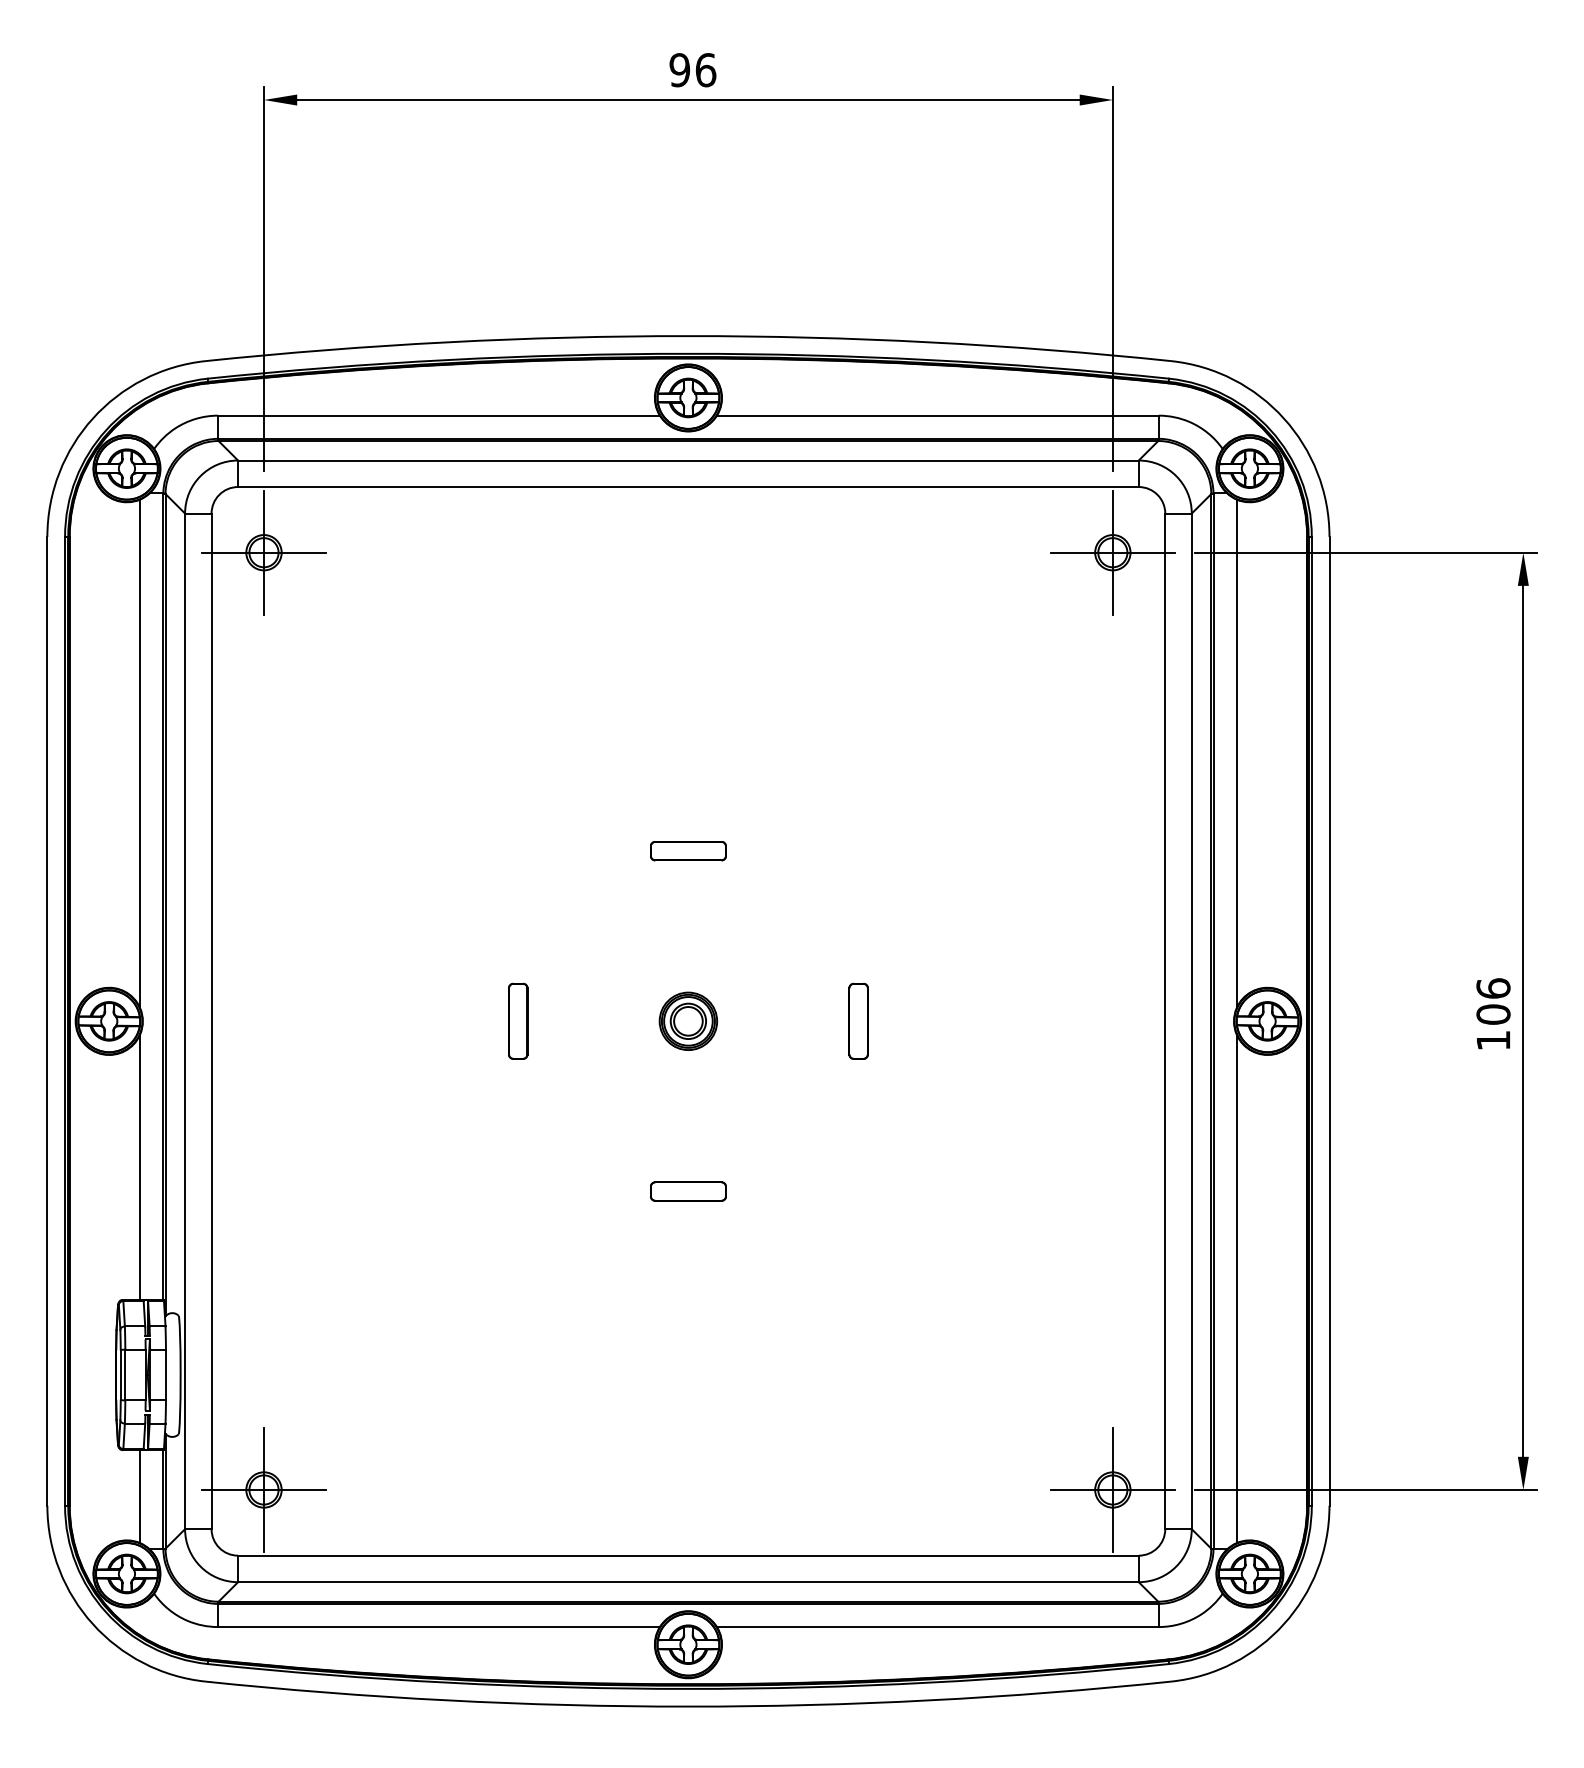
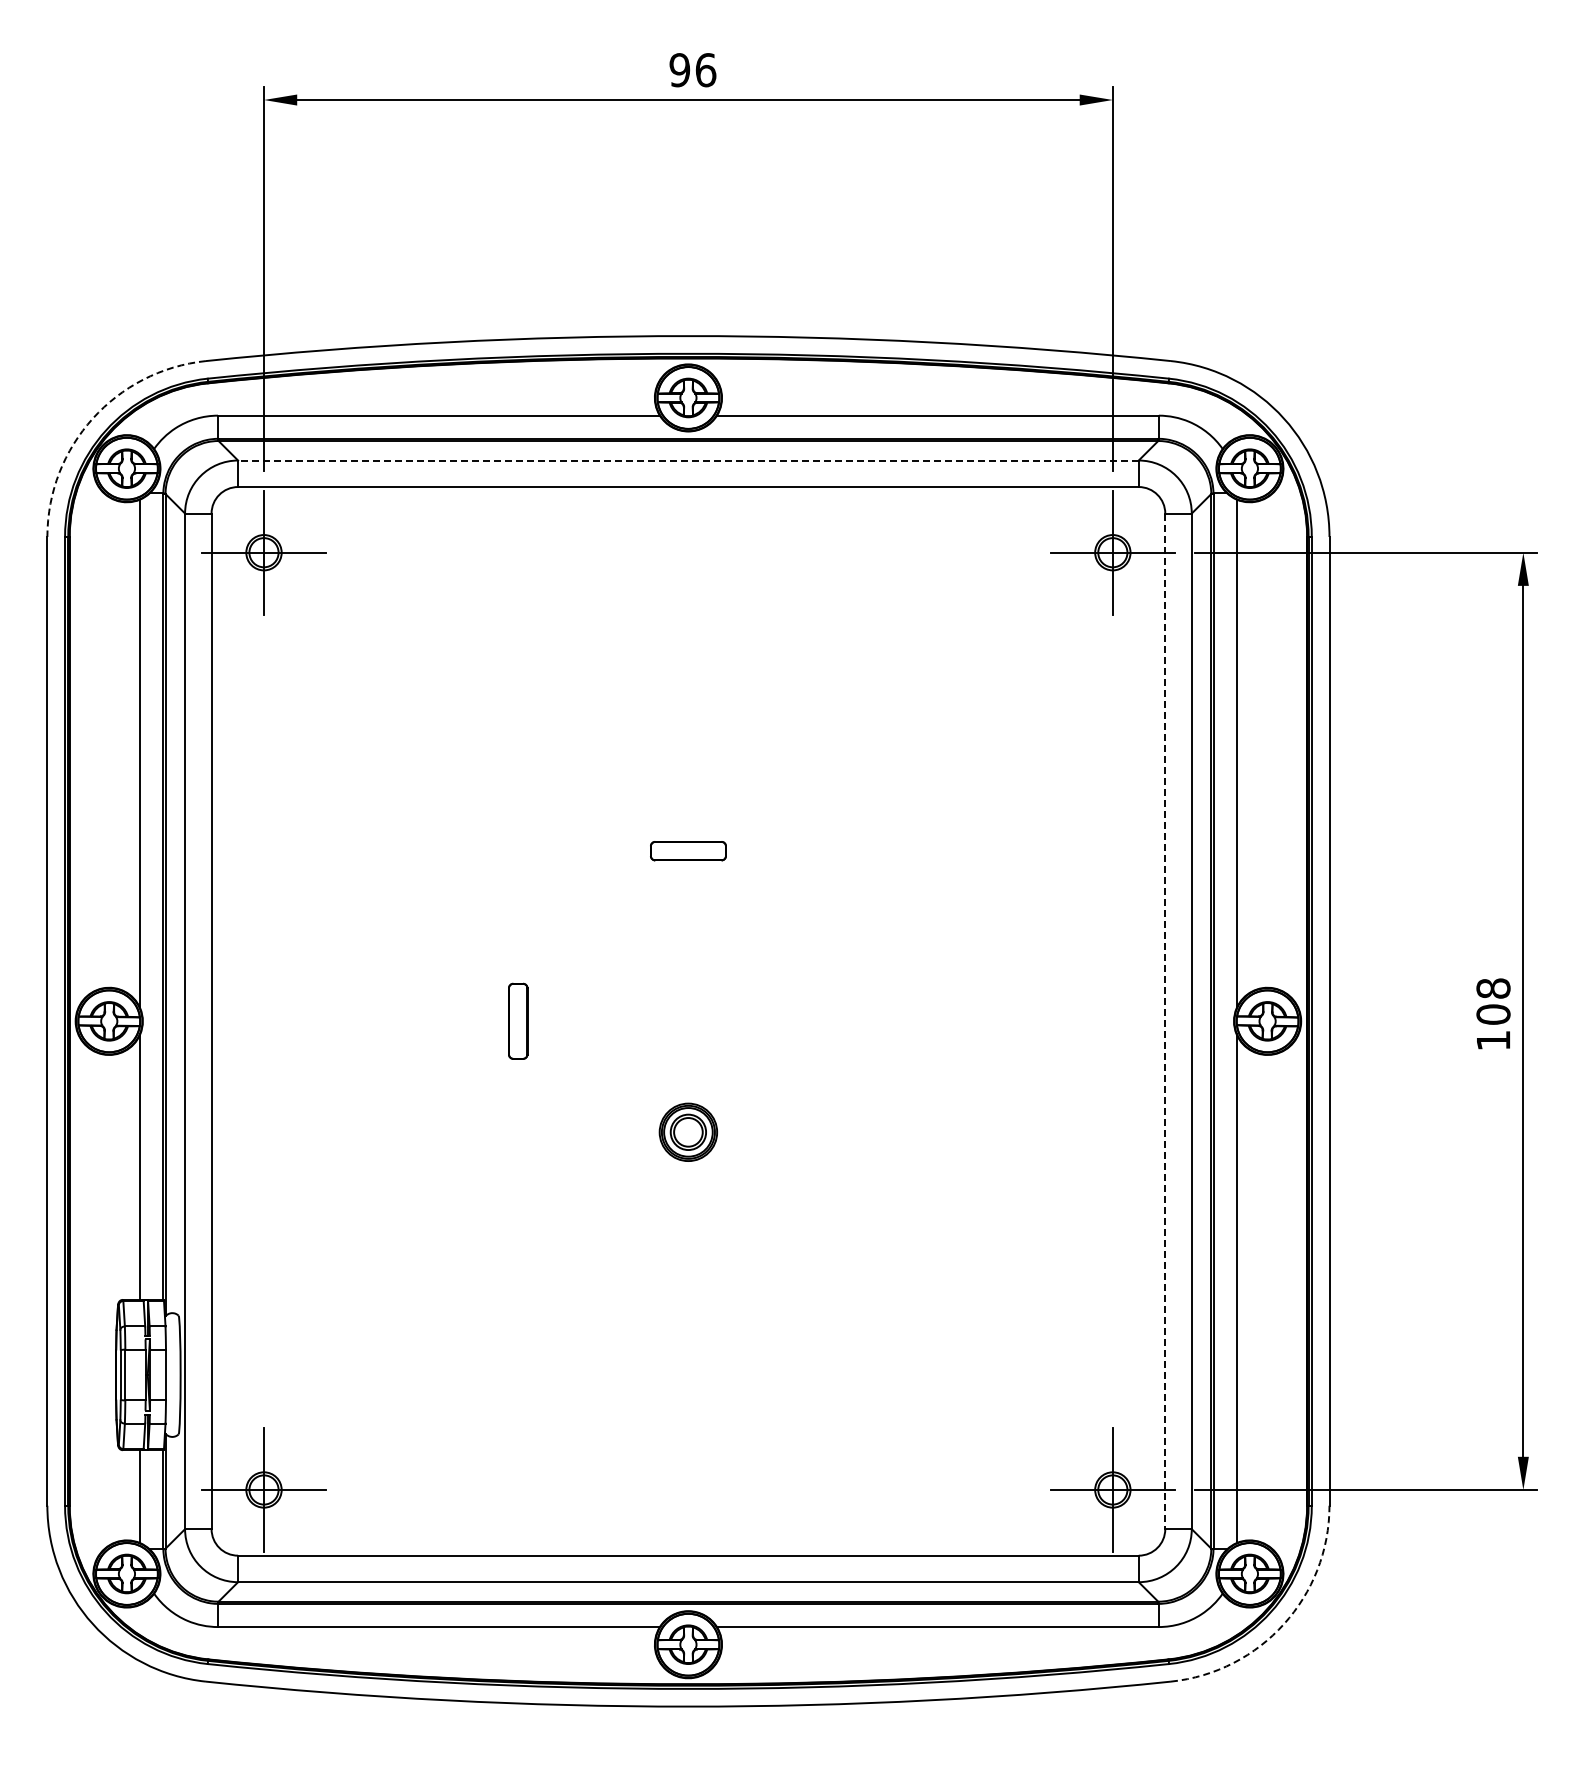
arc at (92, 418): solid -> dashed
line at (687, 460): solid -> dashed
text at (1493, 988): 106 -> 108
part at (688, 1020) position: (688, 1020) -> (688, 1131)
part at (858, 1020): present -> none
line at (1165, 1021): solid -> dashed
part at (688, 1191): present -> none
arc at (1284, 1624): solid -> dashed
